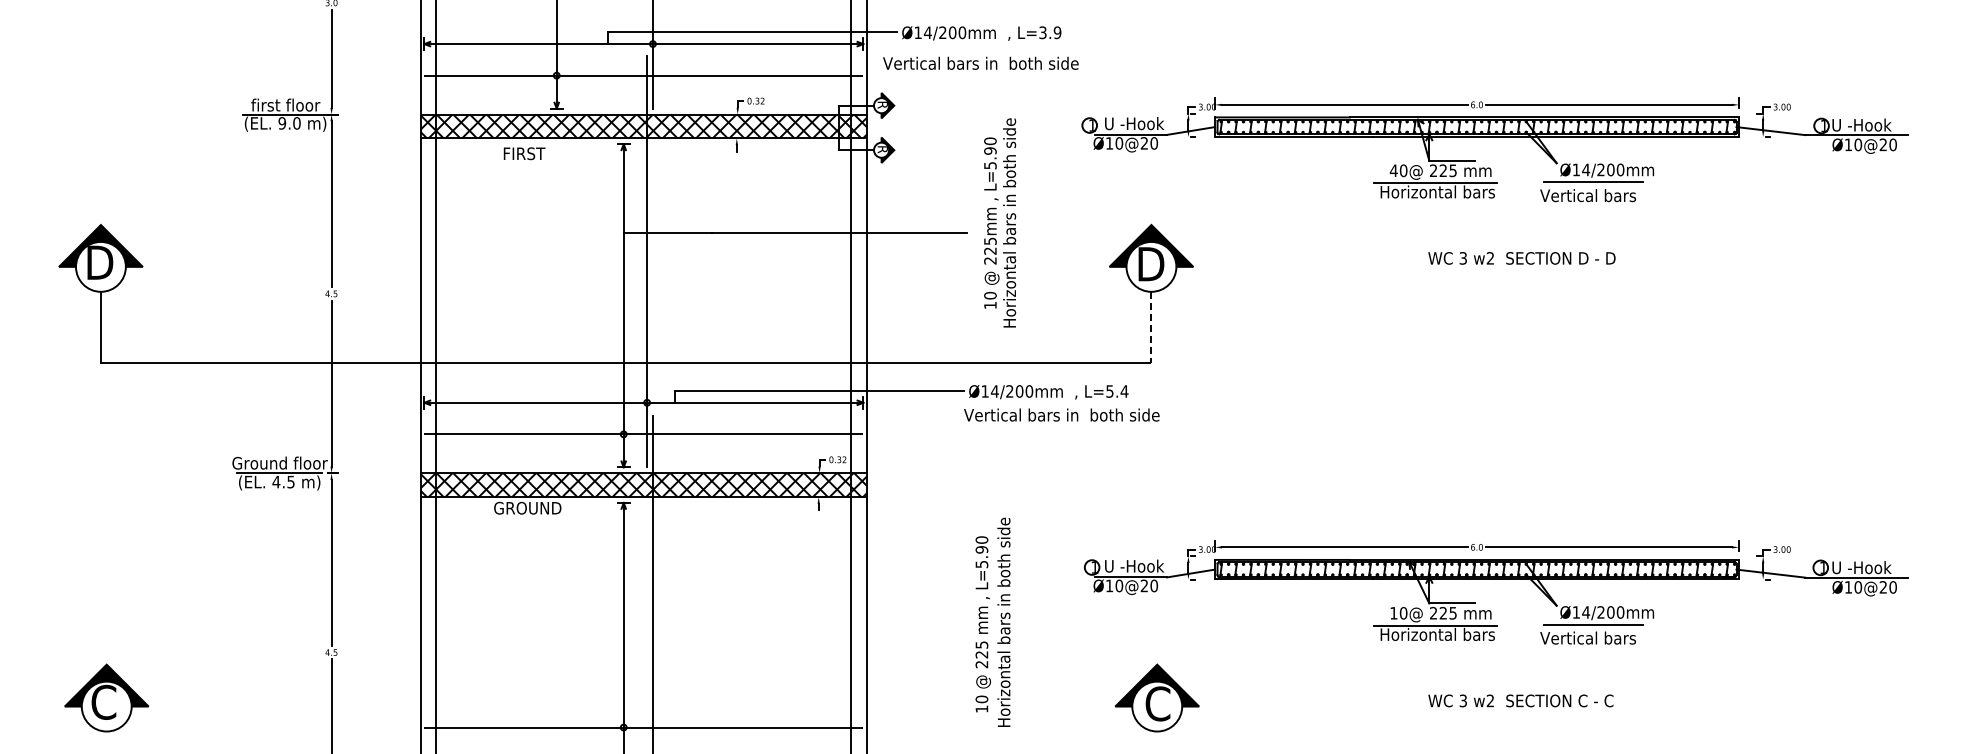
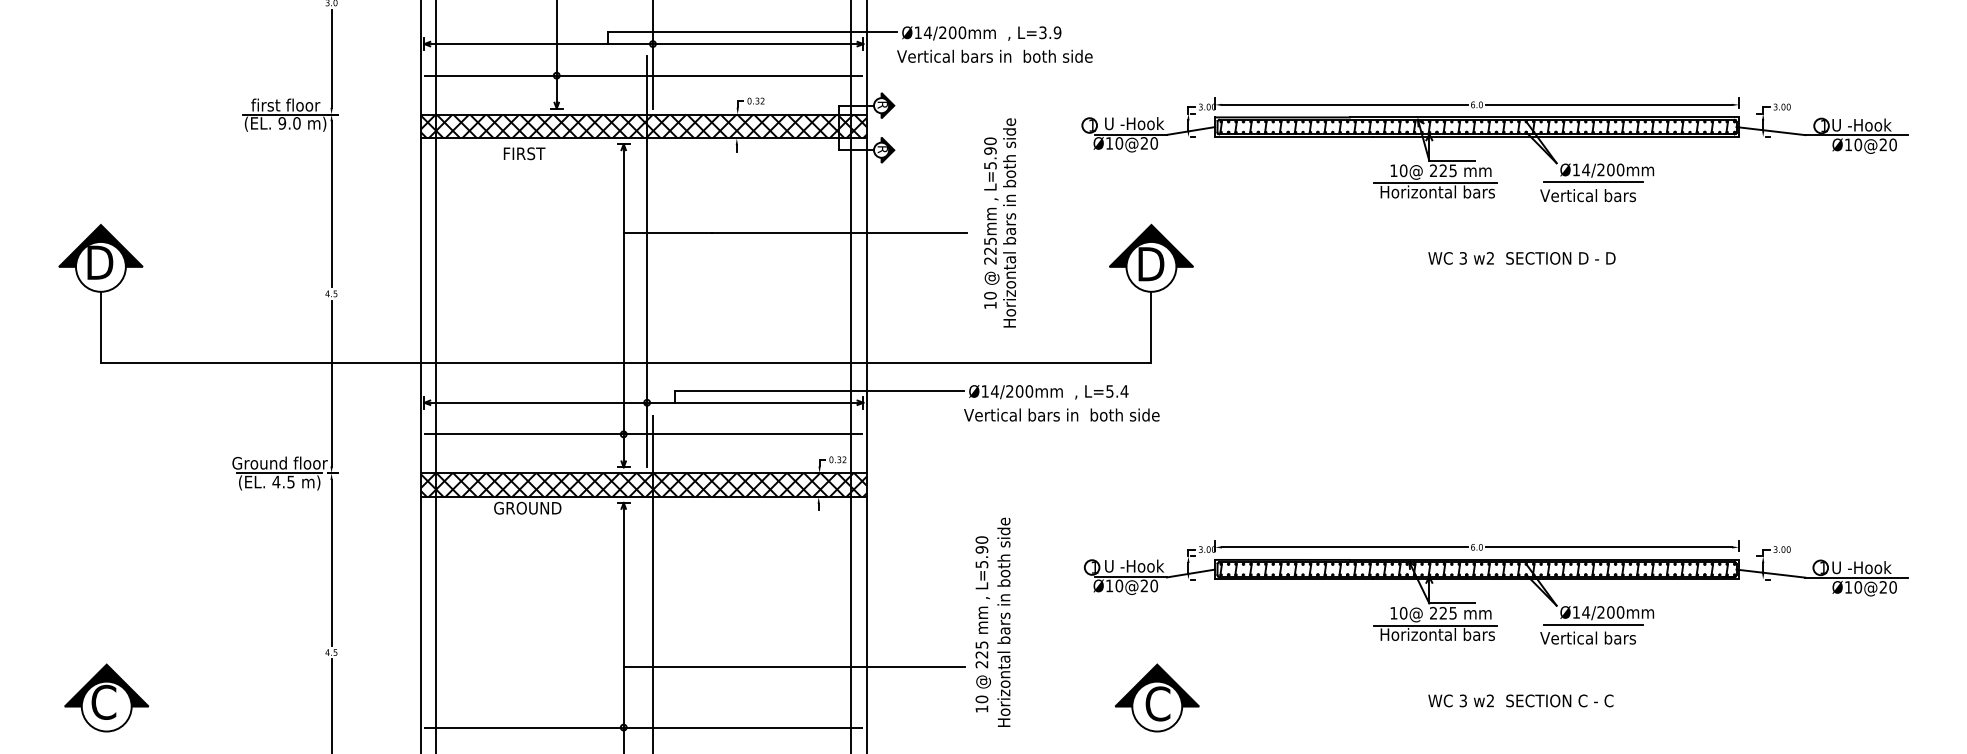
text at (980, 62) position: (980, 62) -> (994, 55)
text at (1393, 170): 40@ -> 10@
line at (1151, 327): dashed -> solid
line at (793, 667): none -> present
